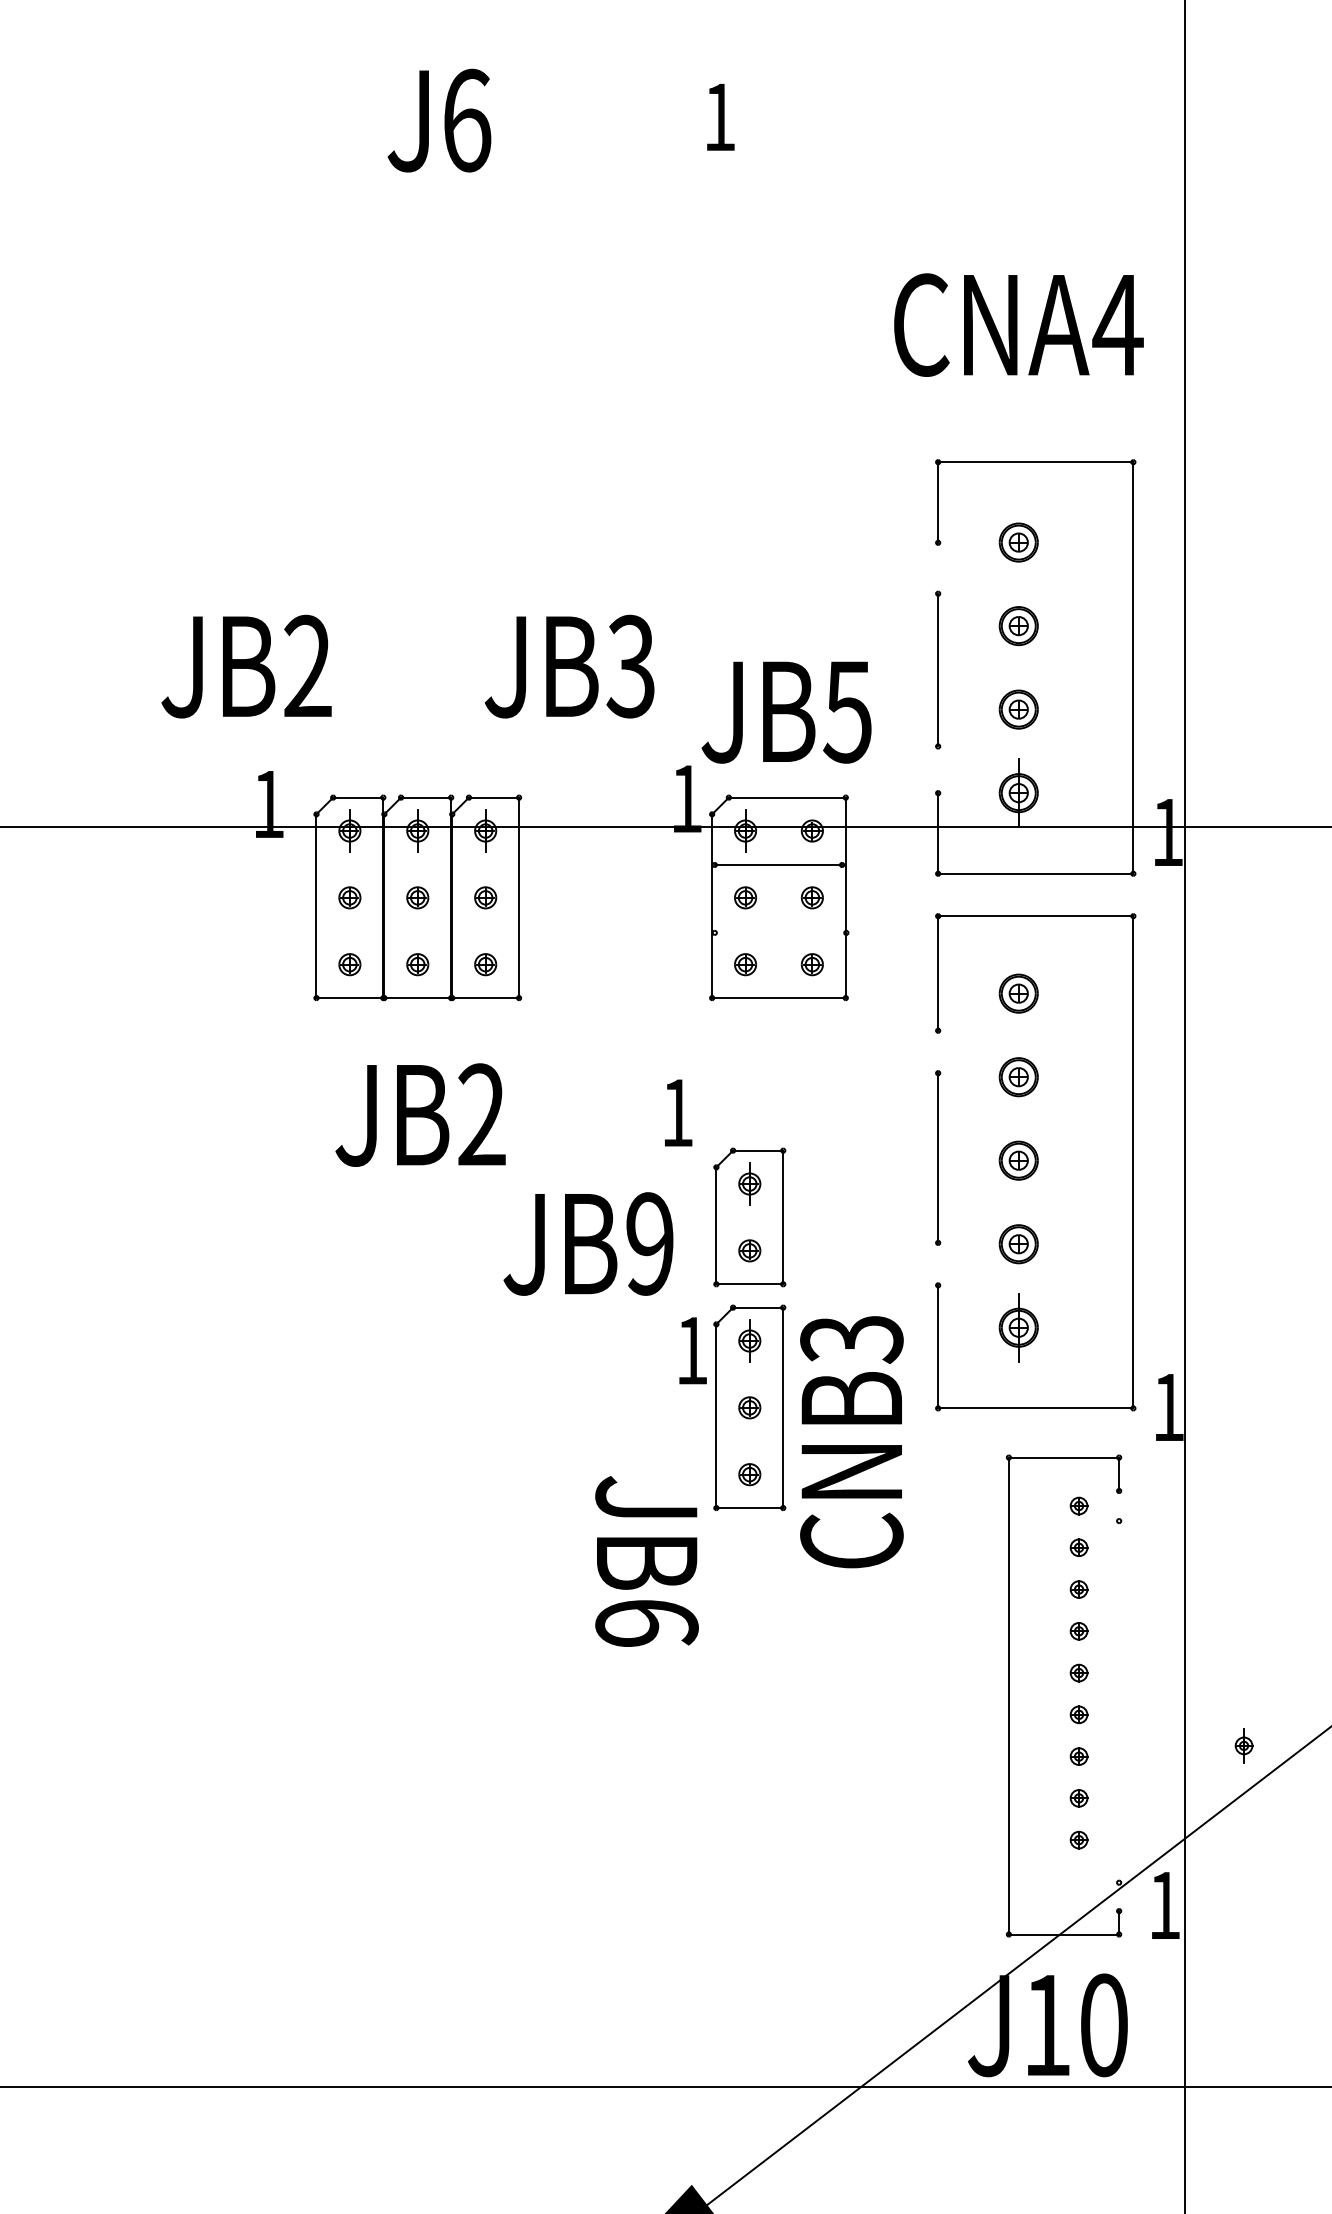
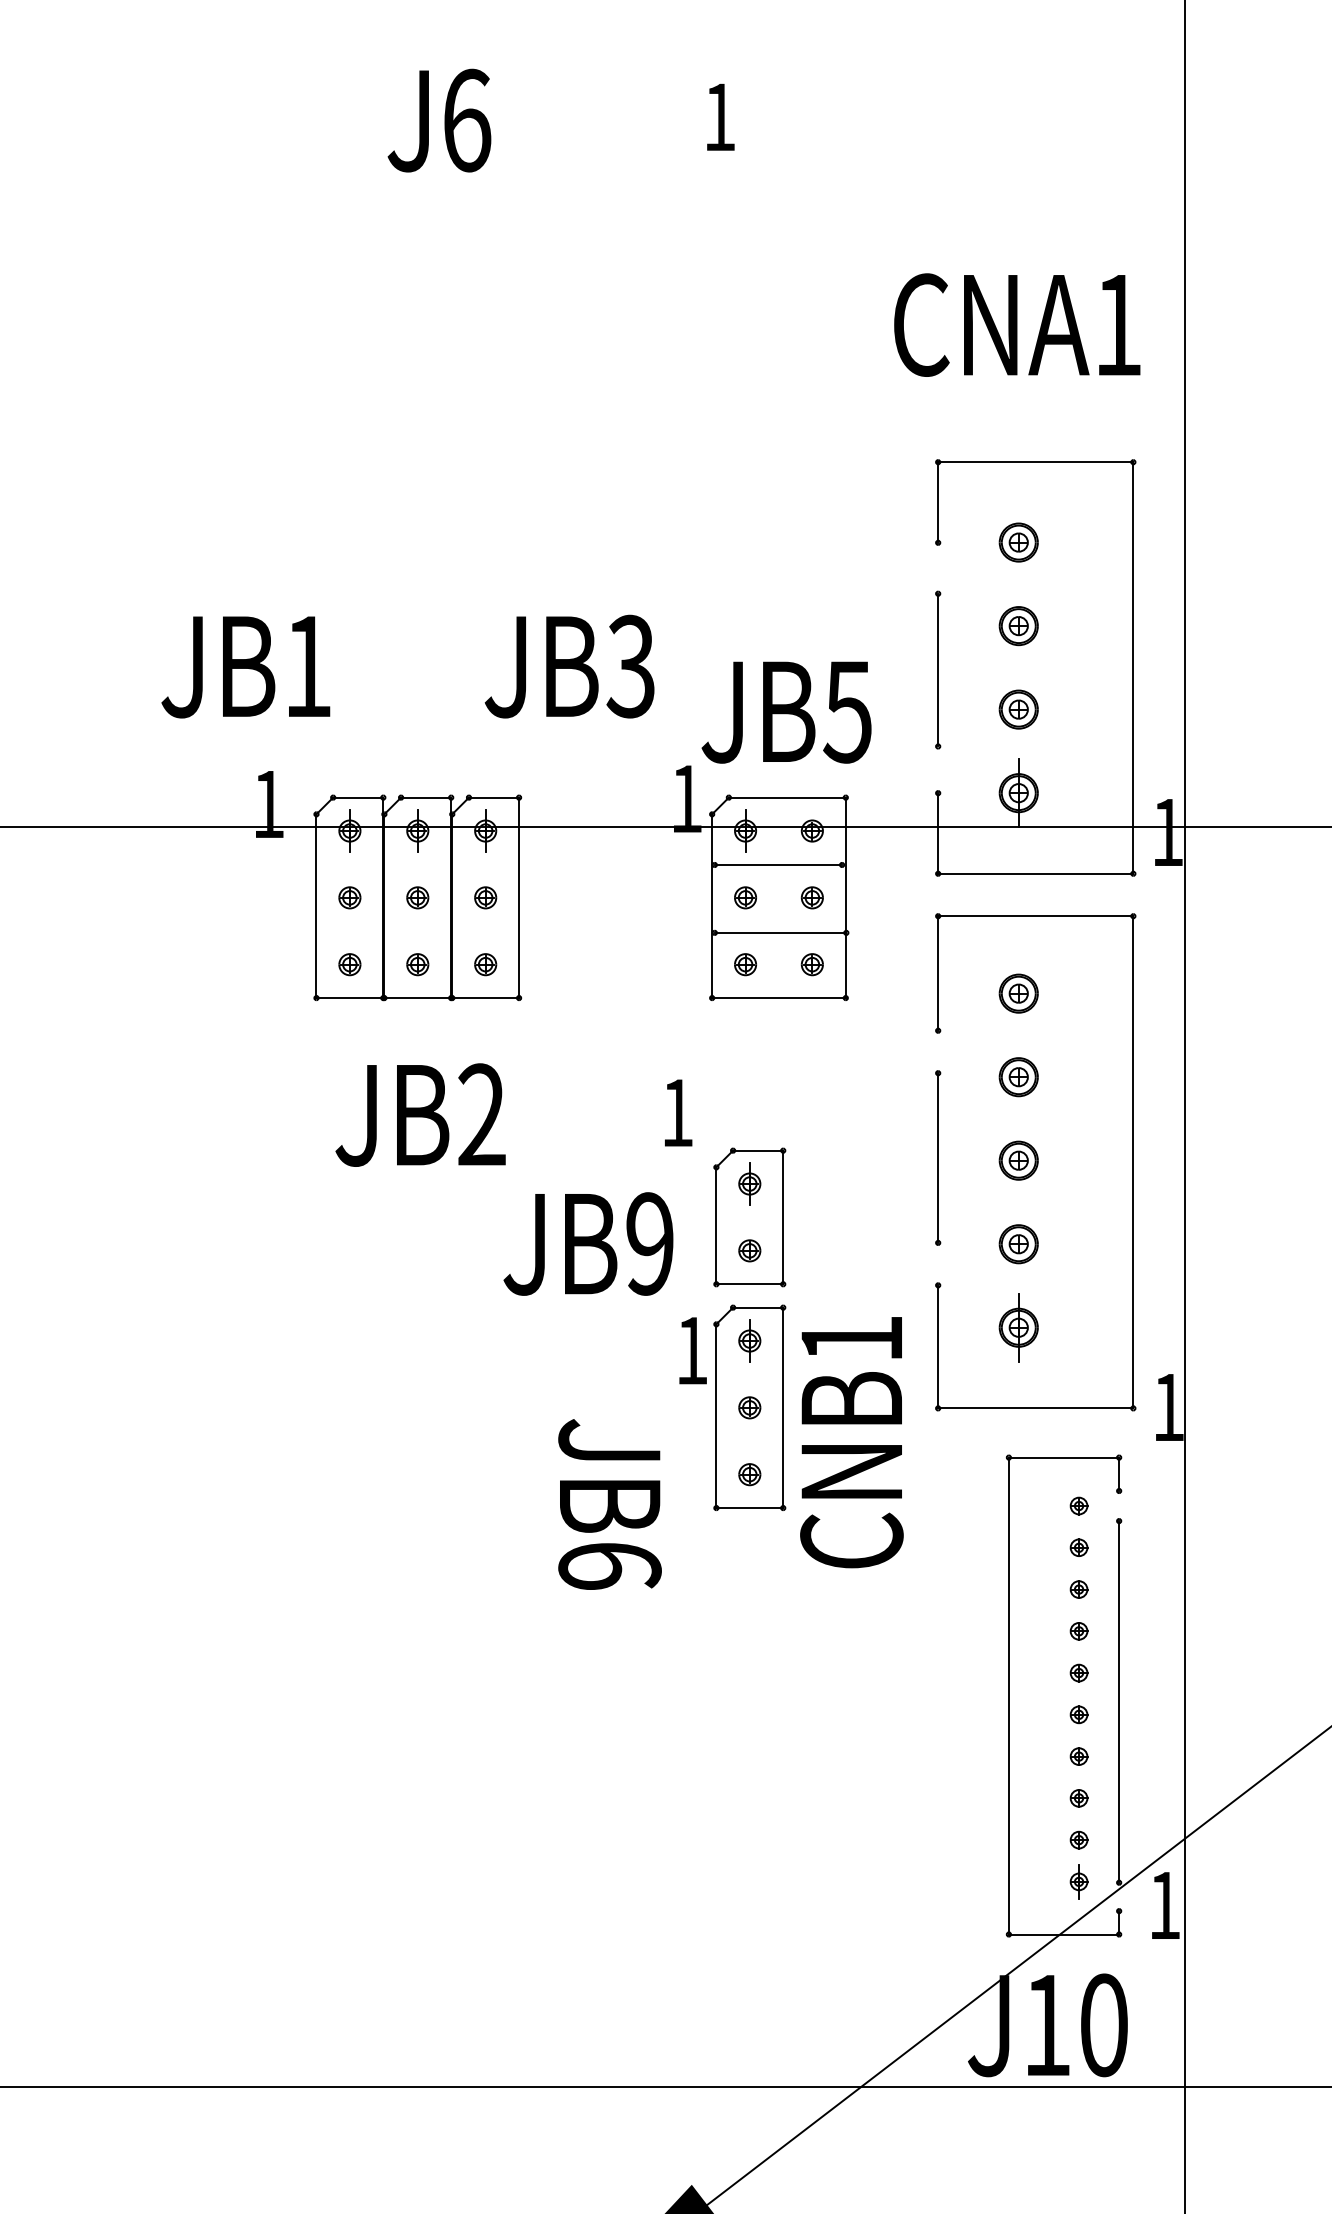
text at (1117, 325): CNA4 -> CNA1
text at (307, 665): JB2 -> JB1
line at (780, 932): none -> present
text at (851, 1339): CNB3 -> CNB1
text at (646, 1561) position: (646, 1561) -> (609, 1504)
line at (1119, 1701): none -> present
part at (1243, 1745) position: (1243, 1745) -> (1078, 1881)
